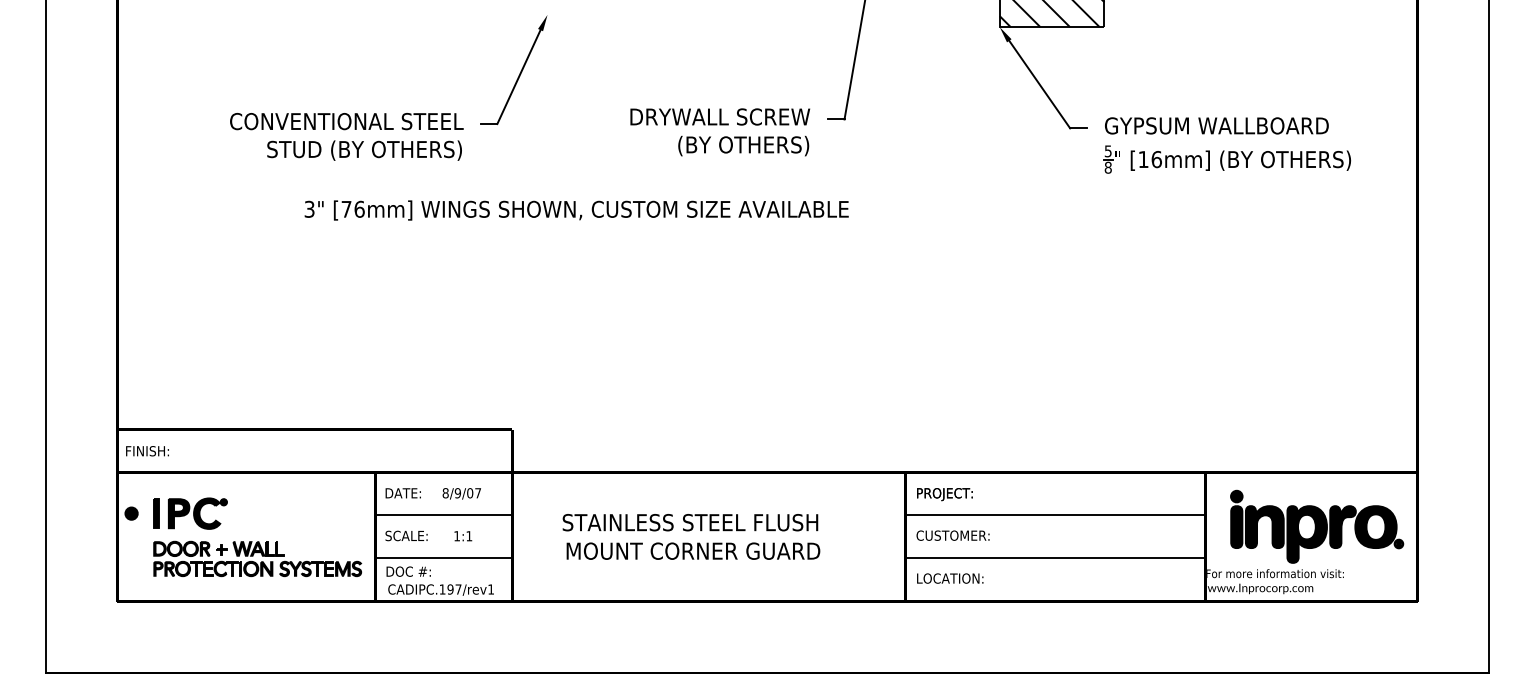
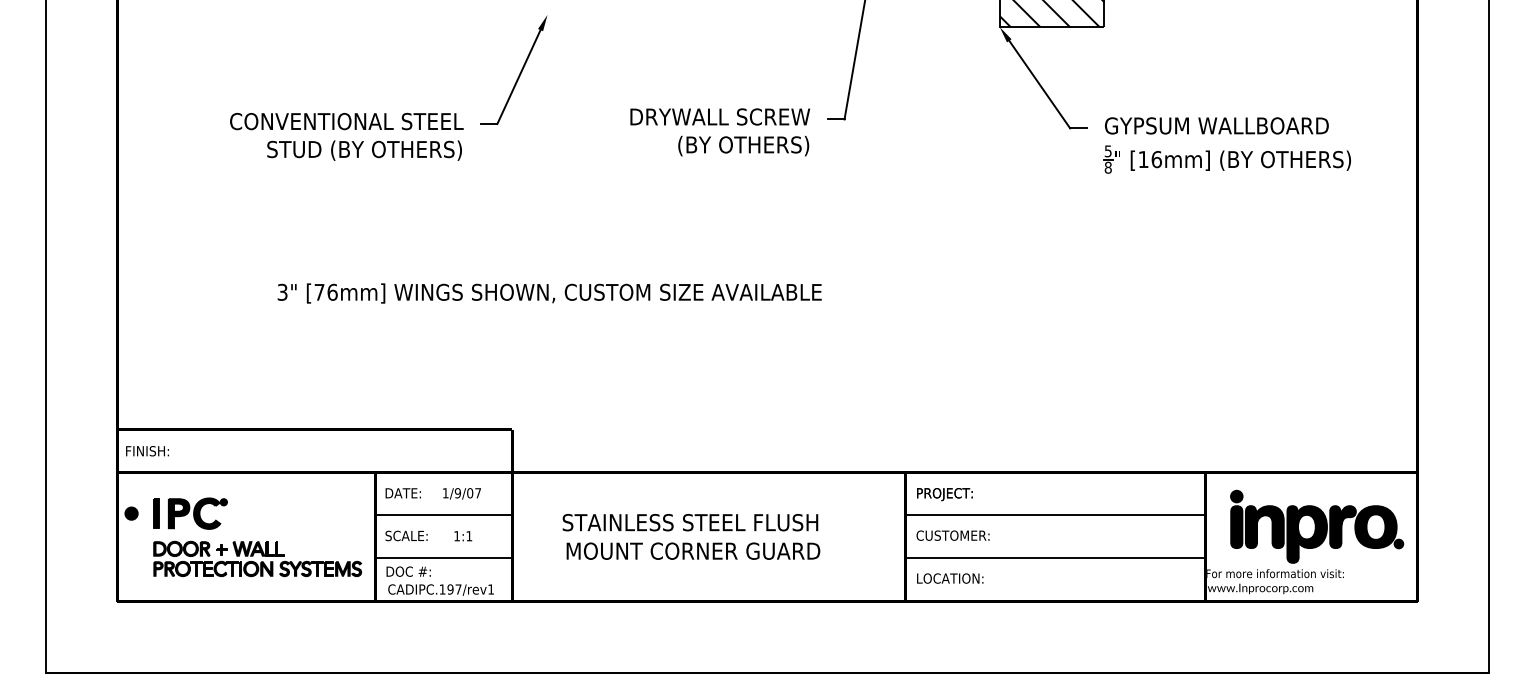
text at (576, 210) position: (576, 210) -> (549, 293)
text at (445, 493): 8/9/07 -> 1/9/07
